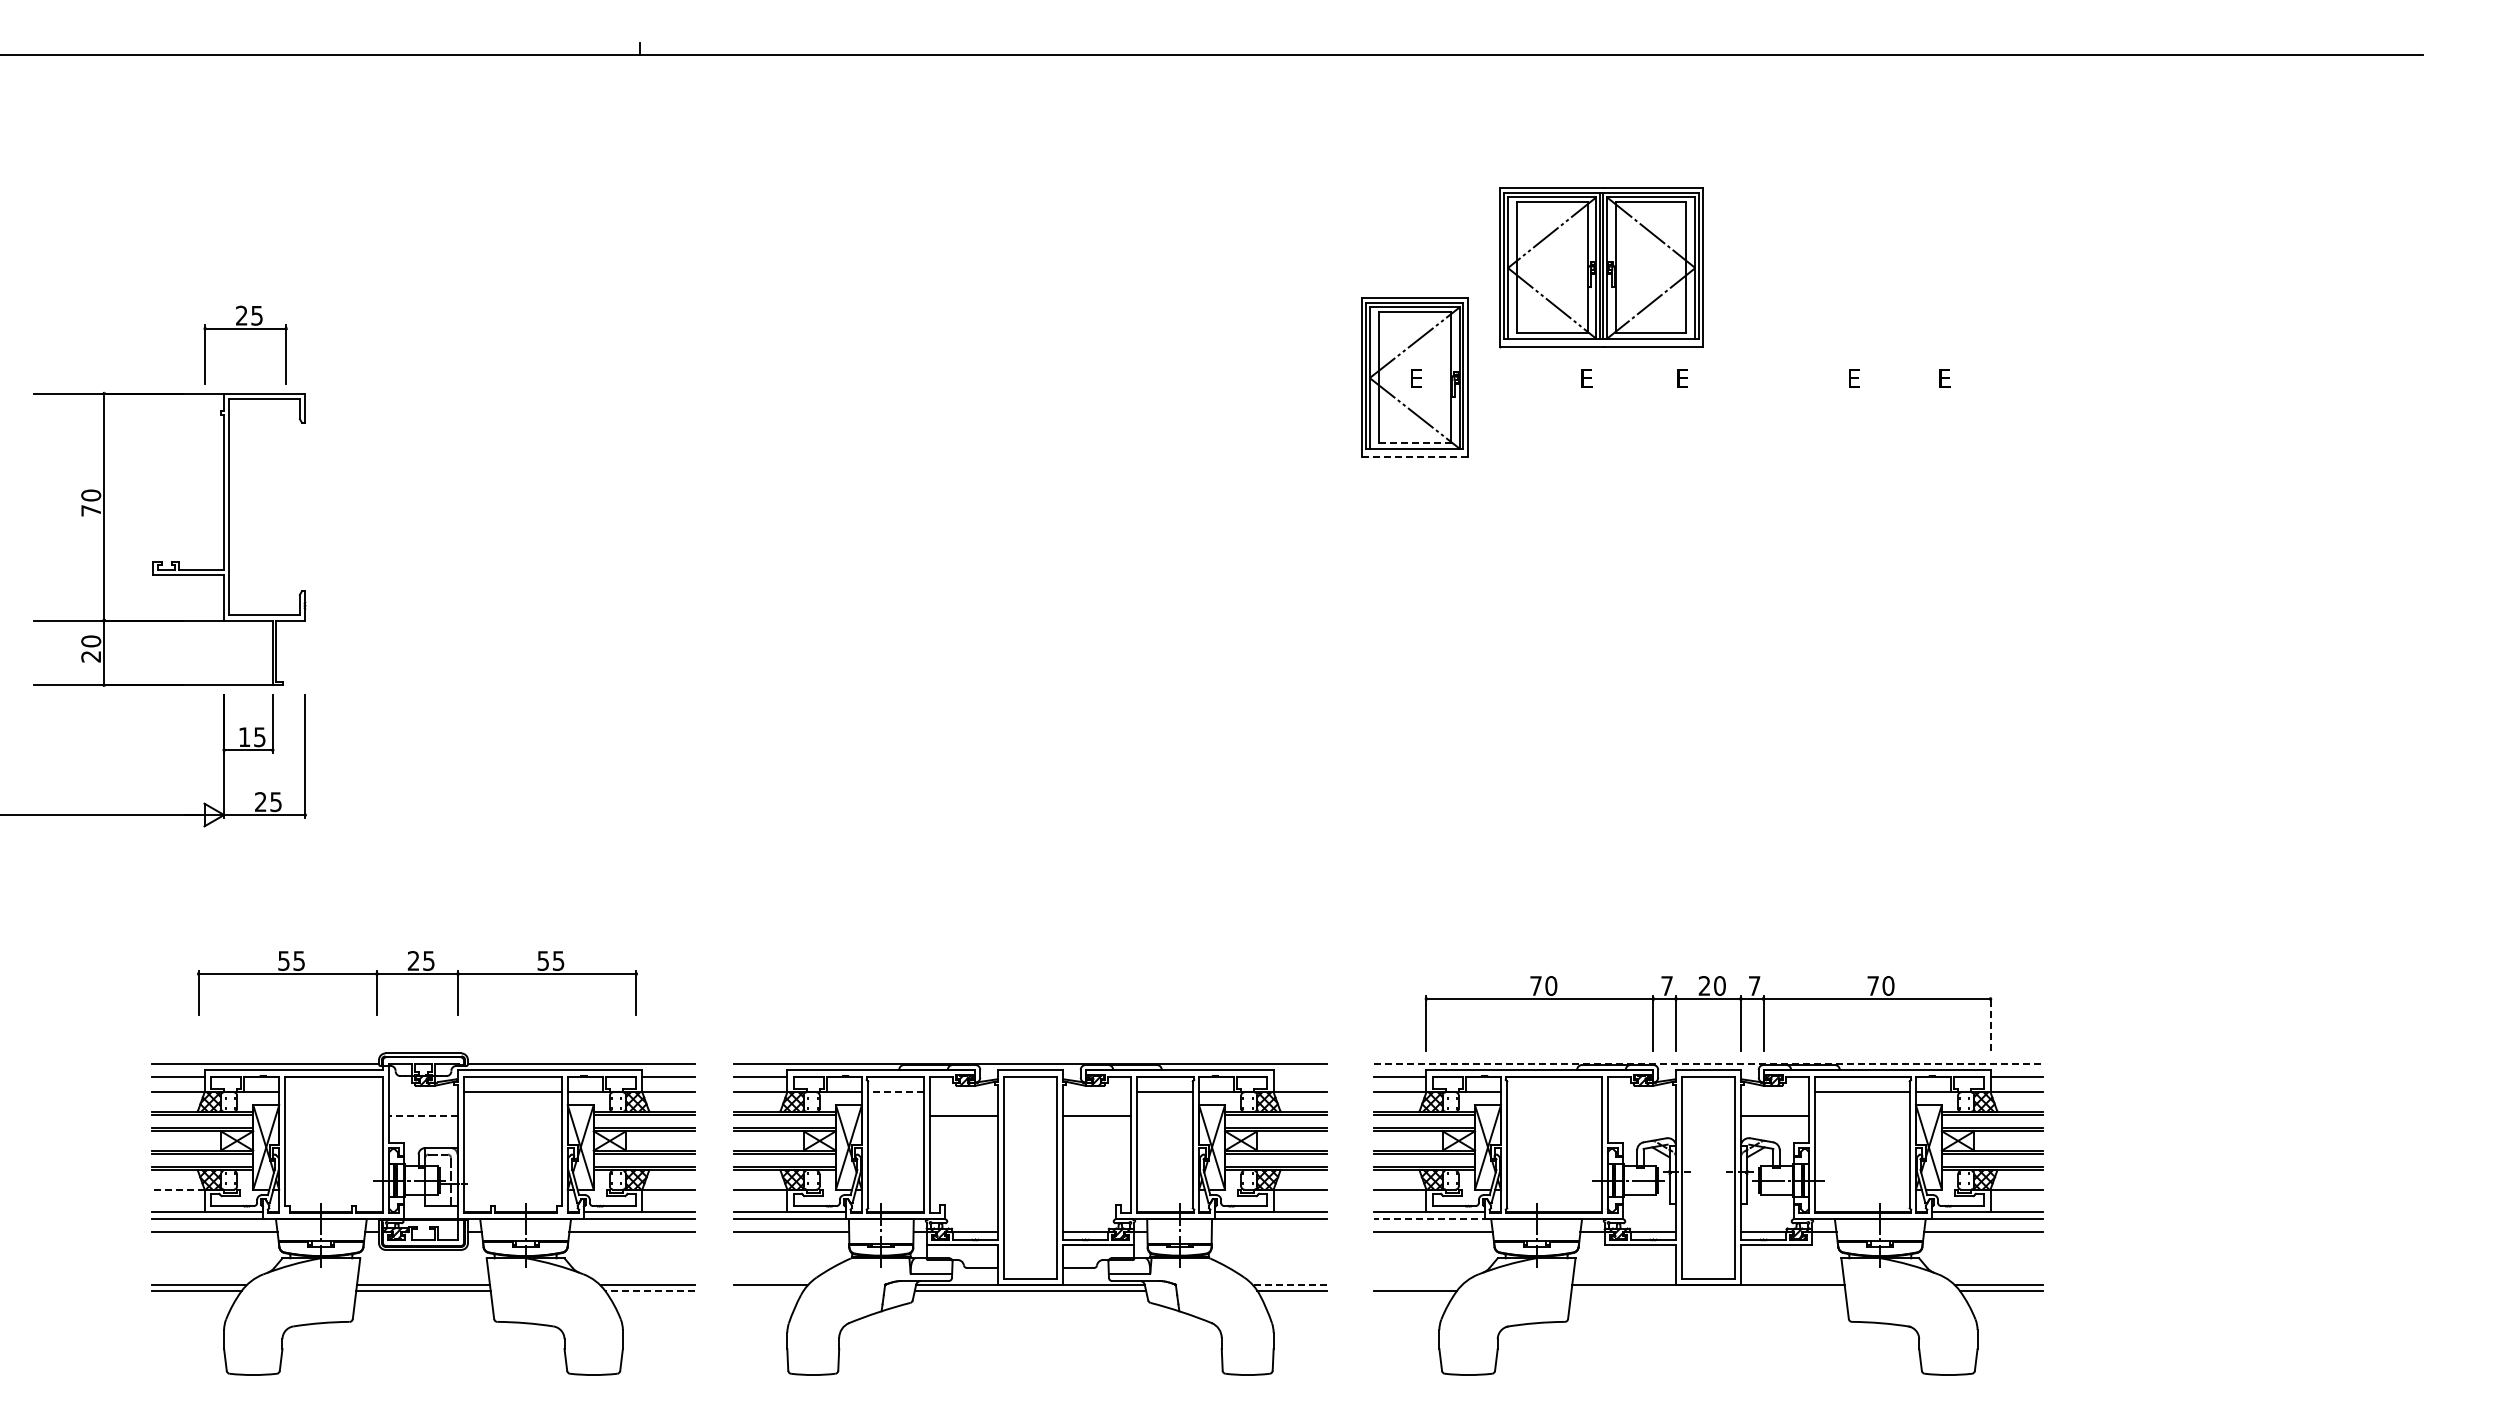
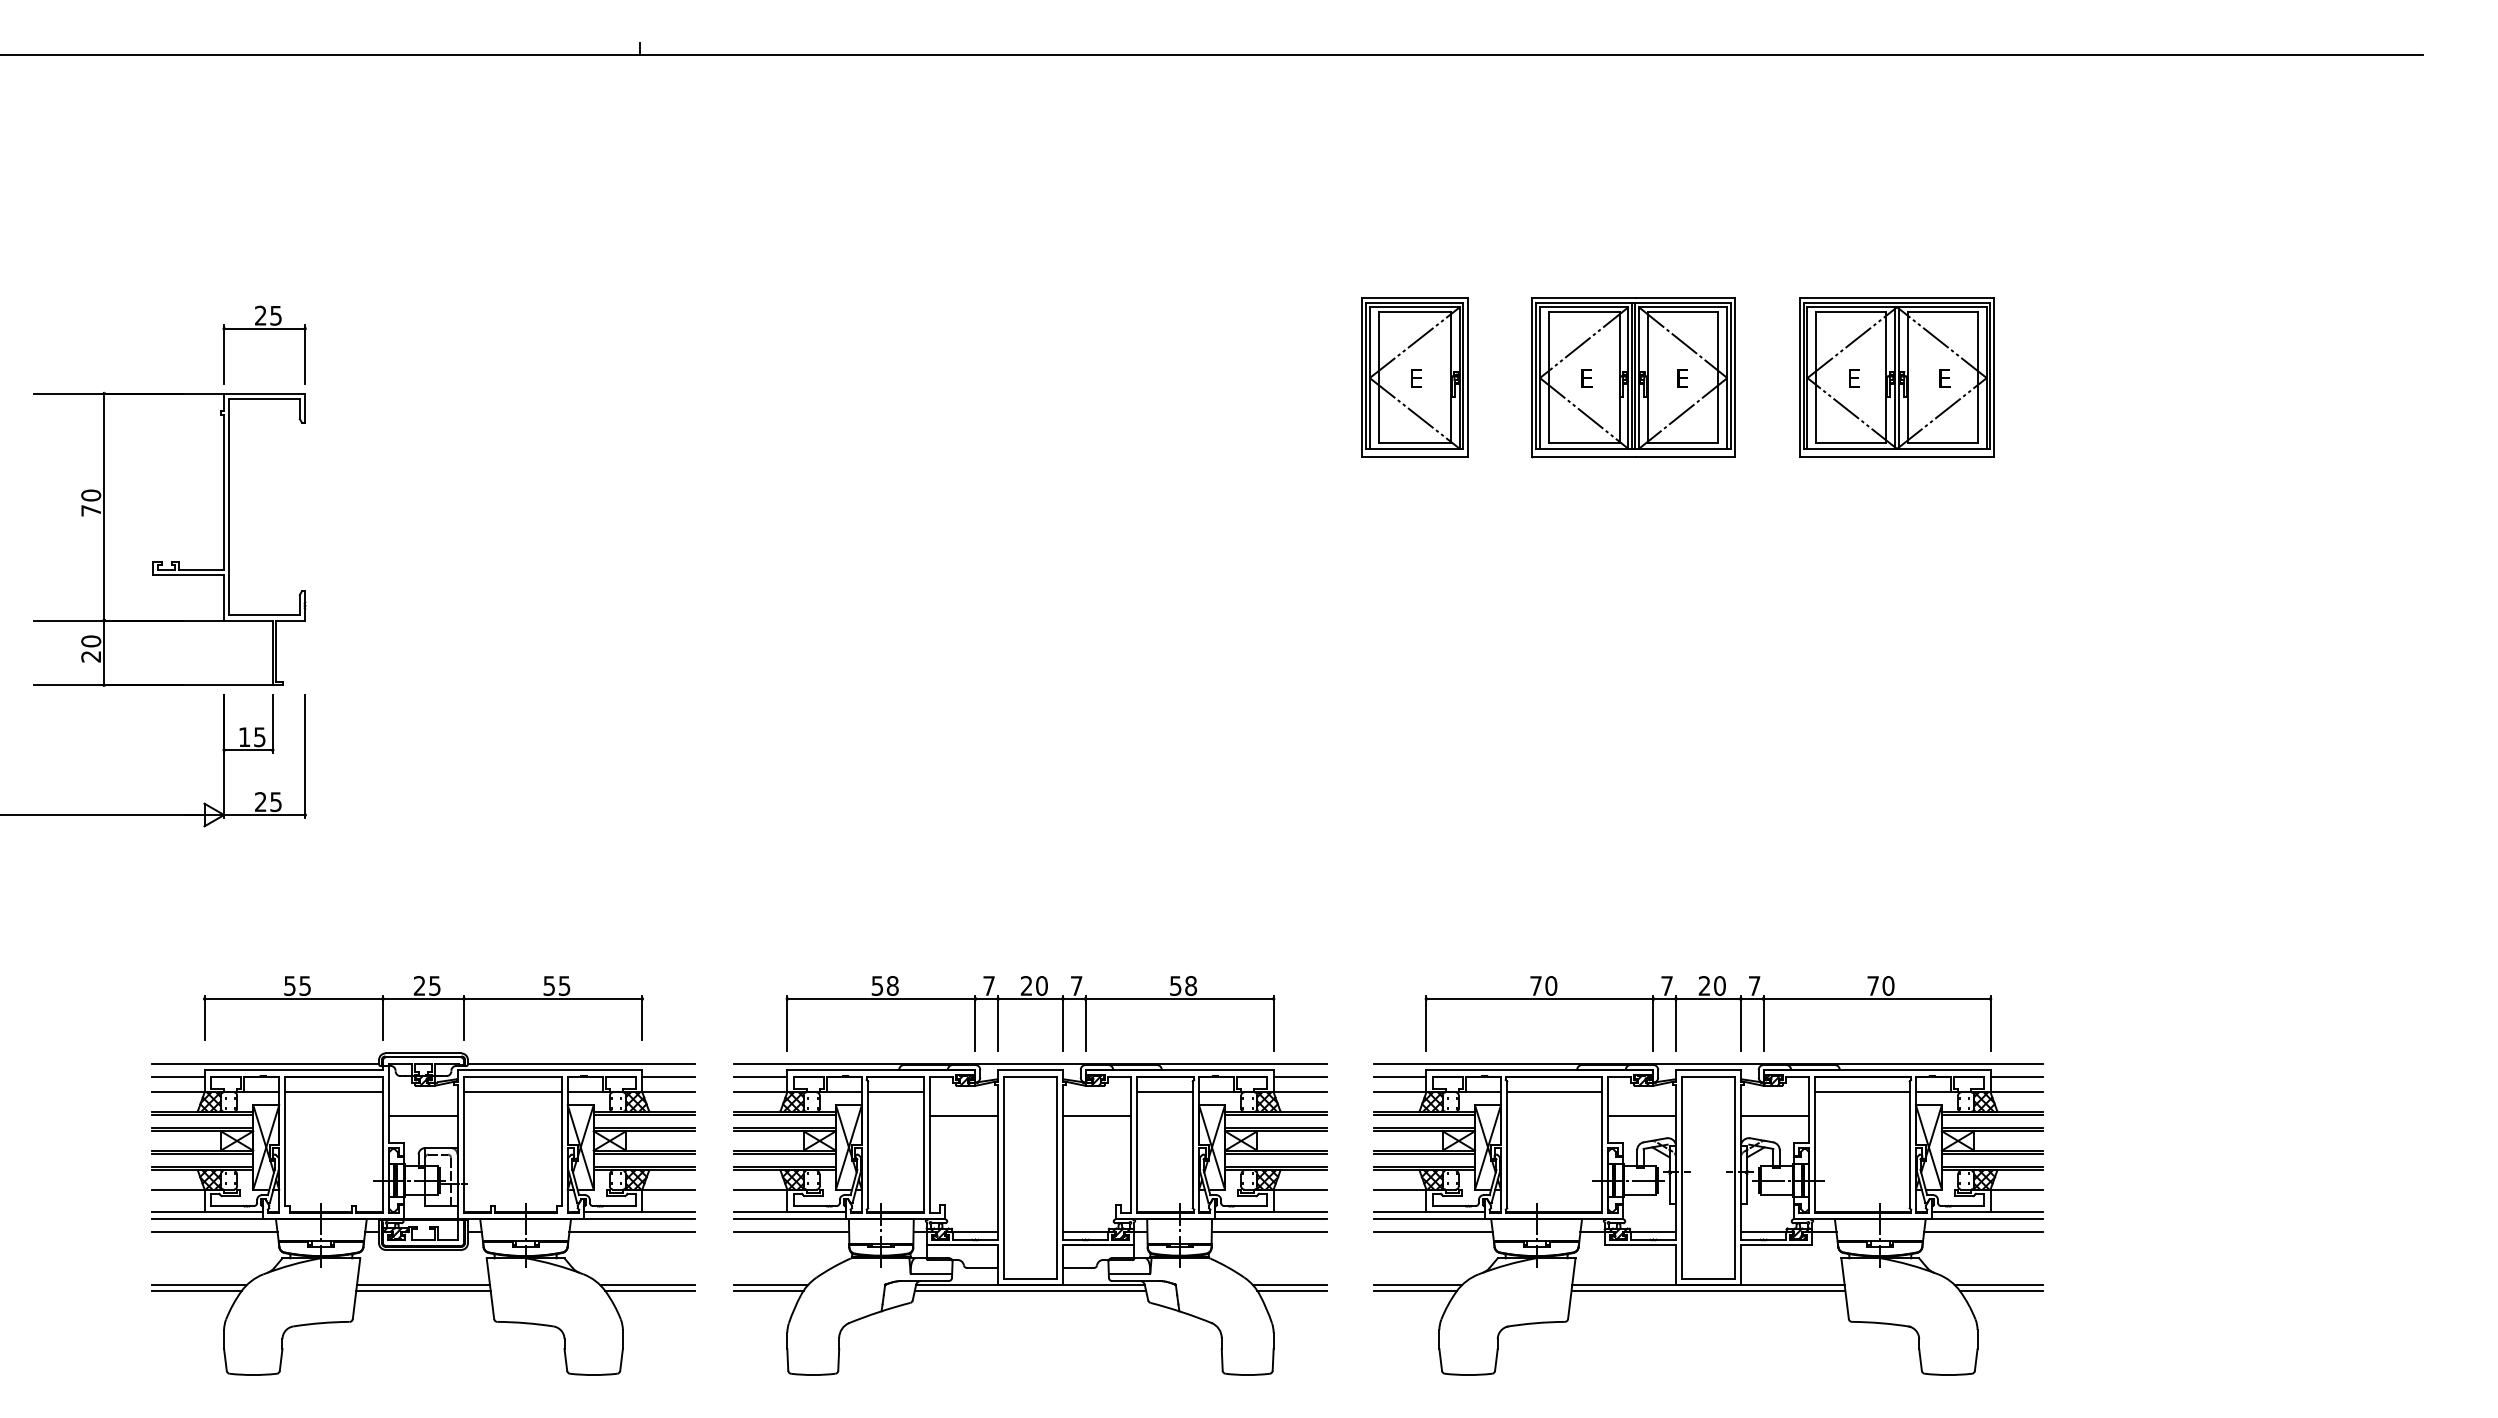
part at (1601, 267) position: (1601, 267) -> (1633, 377)
part at (245, 329) position: (245, 329) -> (264, 329)
part at (1896, 377): none -> present
line at (1415, 443): dashed -> solid
line at (1414, 456): dashed -> solid
part at (417, 974) position: (417, 974) -> (423, 999)
part at (1030, 999): none -> present
line at (1990, 1023): dashed -> solid
line at (1708, 1063): dashed -> solid
line at (1299, 1077): none -> present
line at (334, 1092): none -> present
line at (895, 1092): dashed -> solid
line at (1554, 1092): none -> present
line at (423, 1116): dashed -> solid
line at (1641, 1116): none -> present
line at (177, 1189): dashed -> solid
line at (1431, 1219): dashed -> solid
line at (1268, 1232): none -> present
line at (1289, 1285): dashed -> solid
line at (1417, 1285): none -> present
line at (649, 1290): dashed -> solid
line at (768, 1290): none -> present
line at (1708, 1290): none -> present
